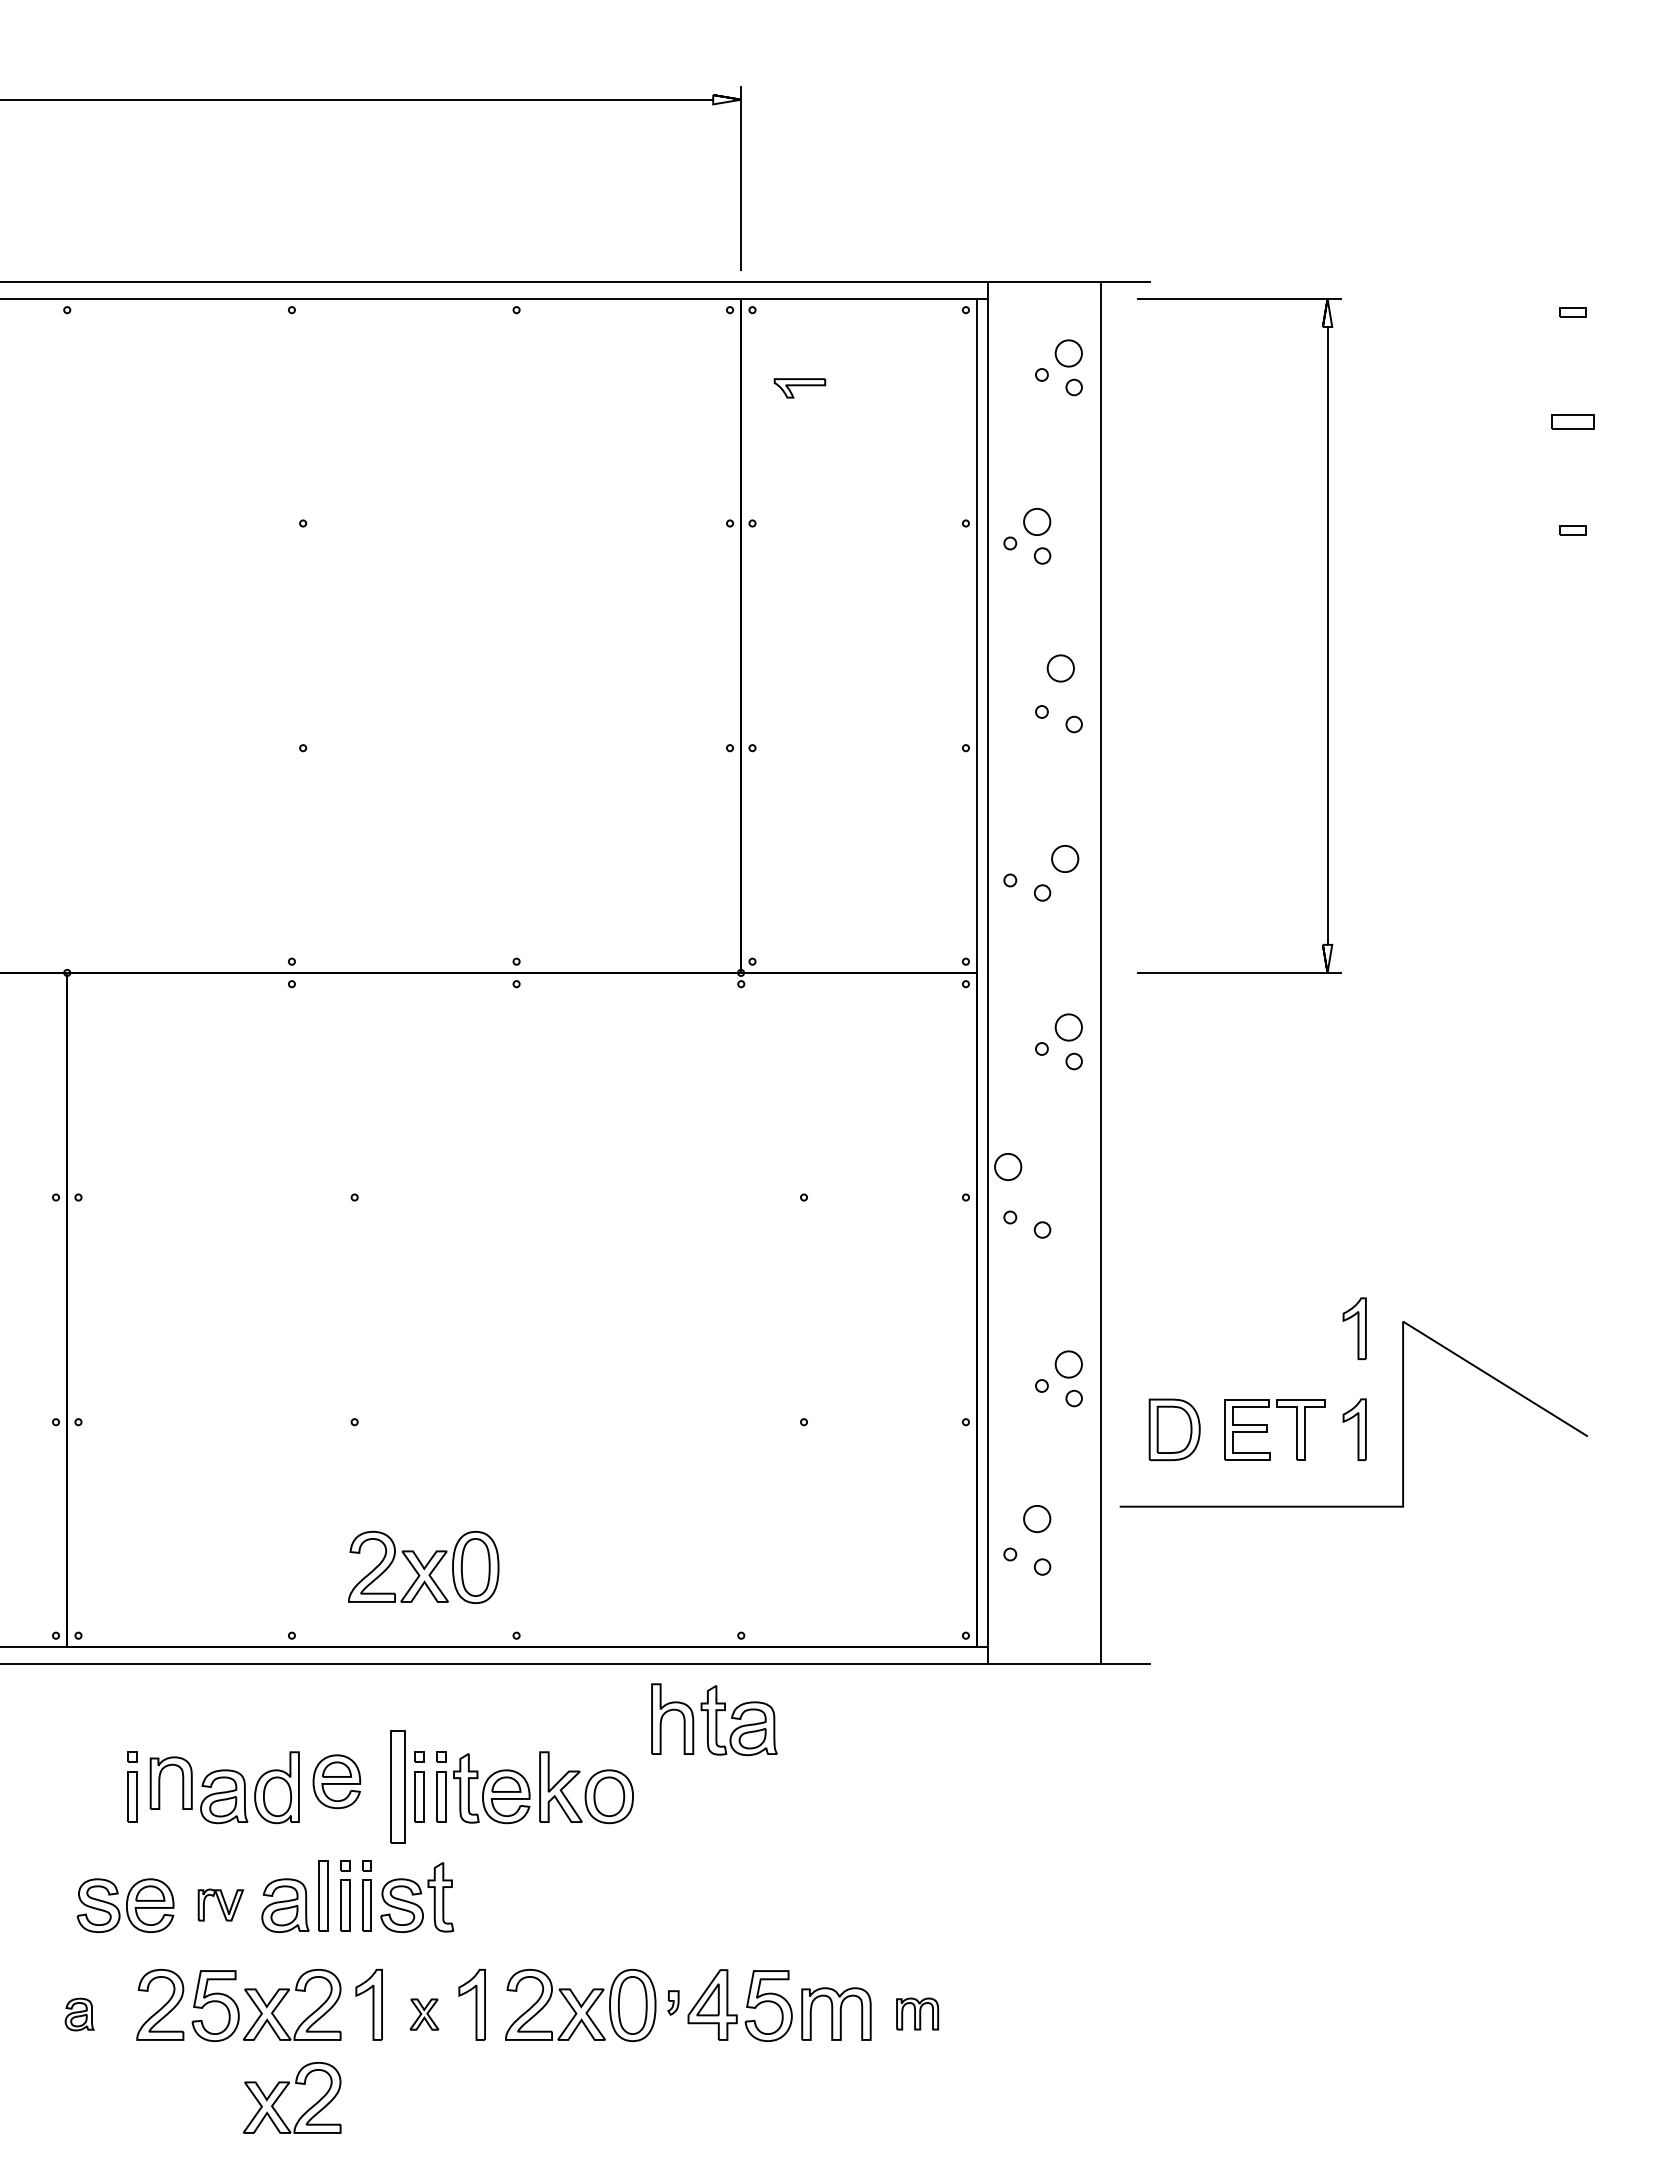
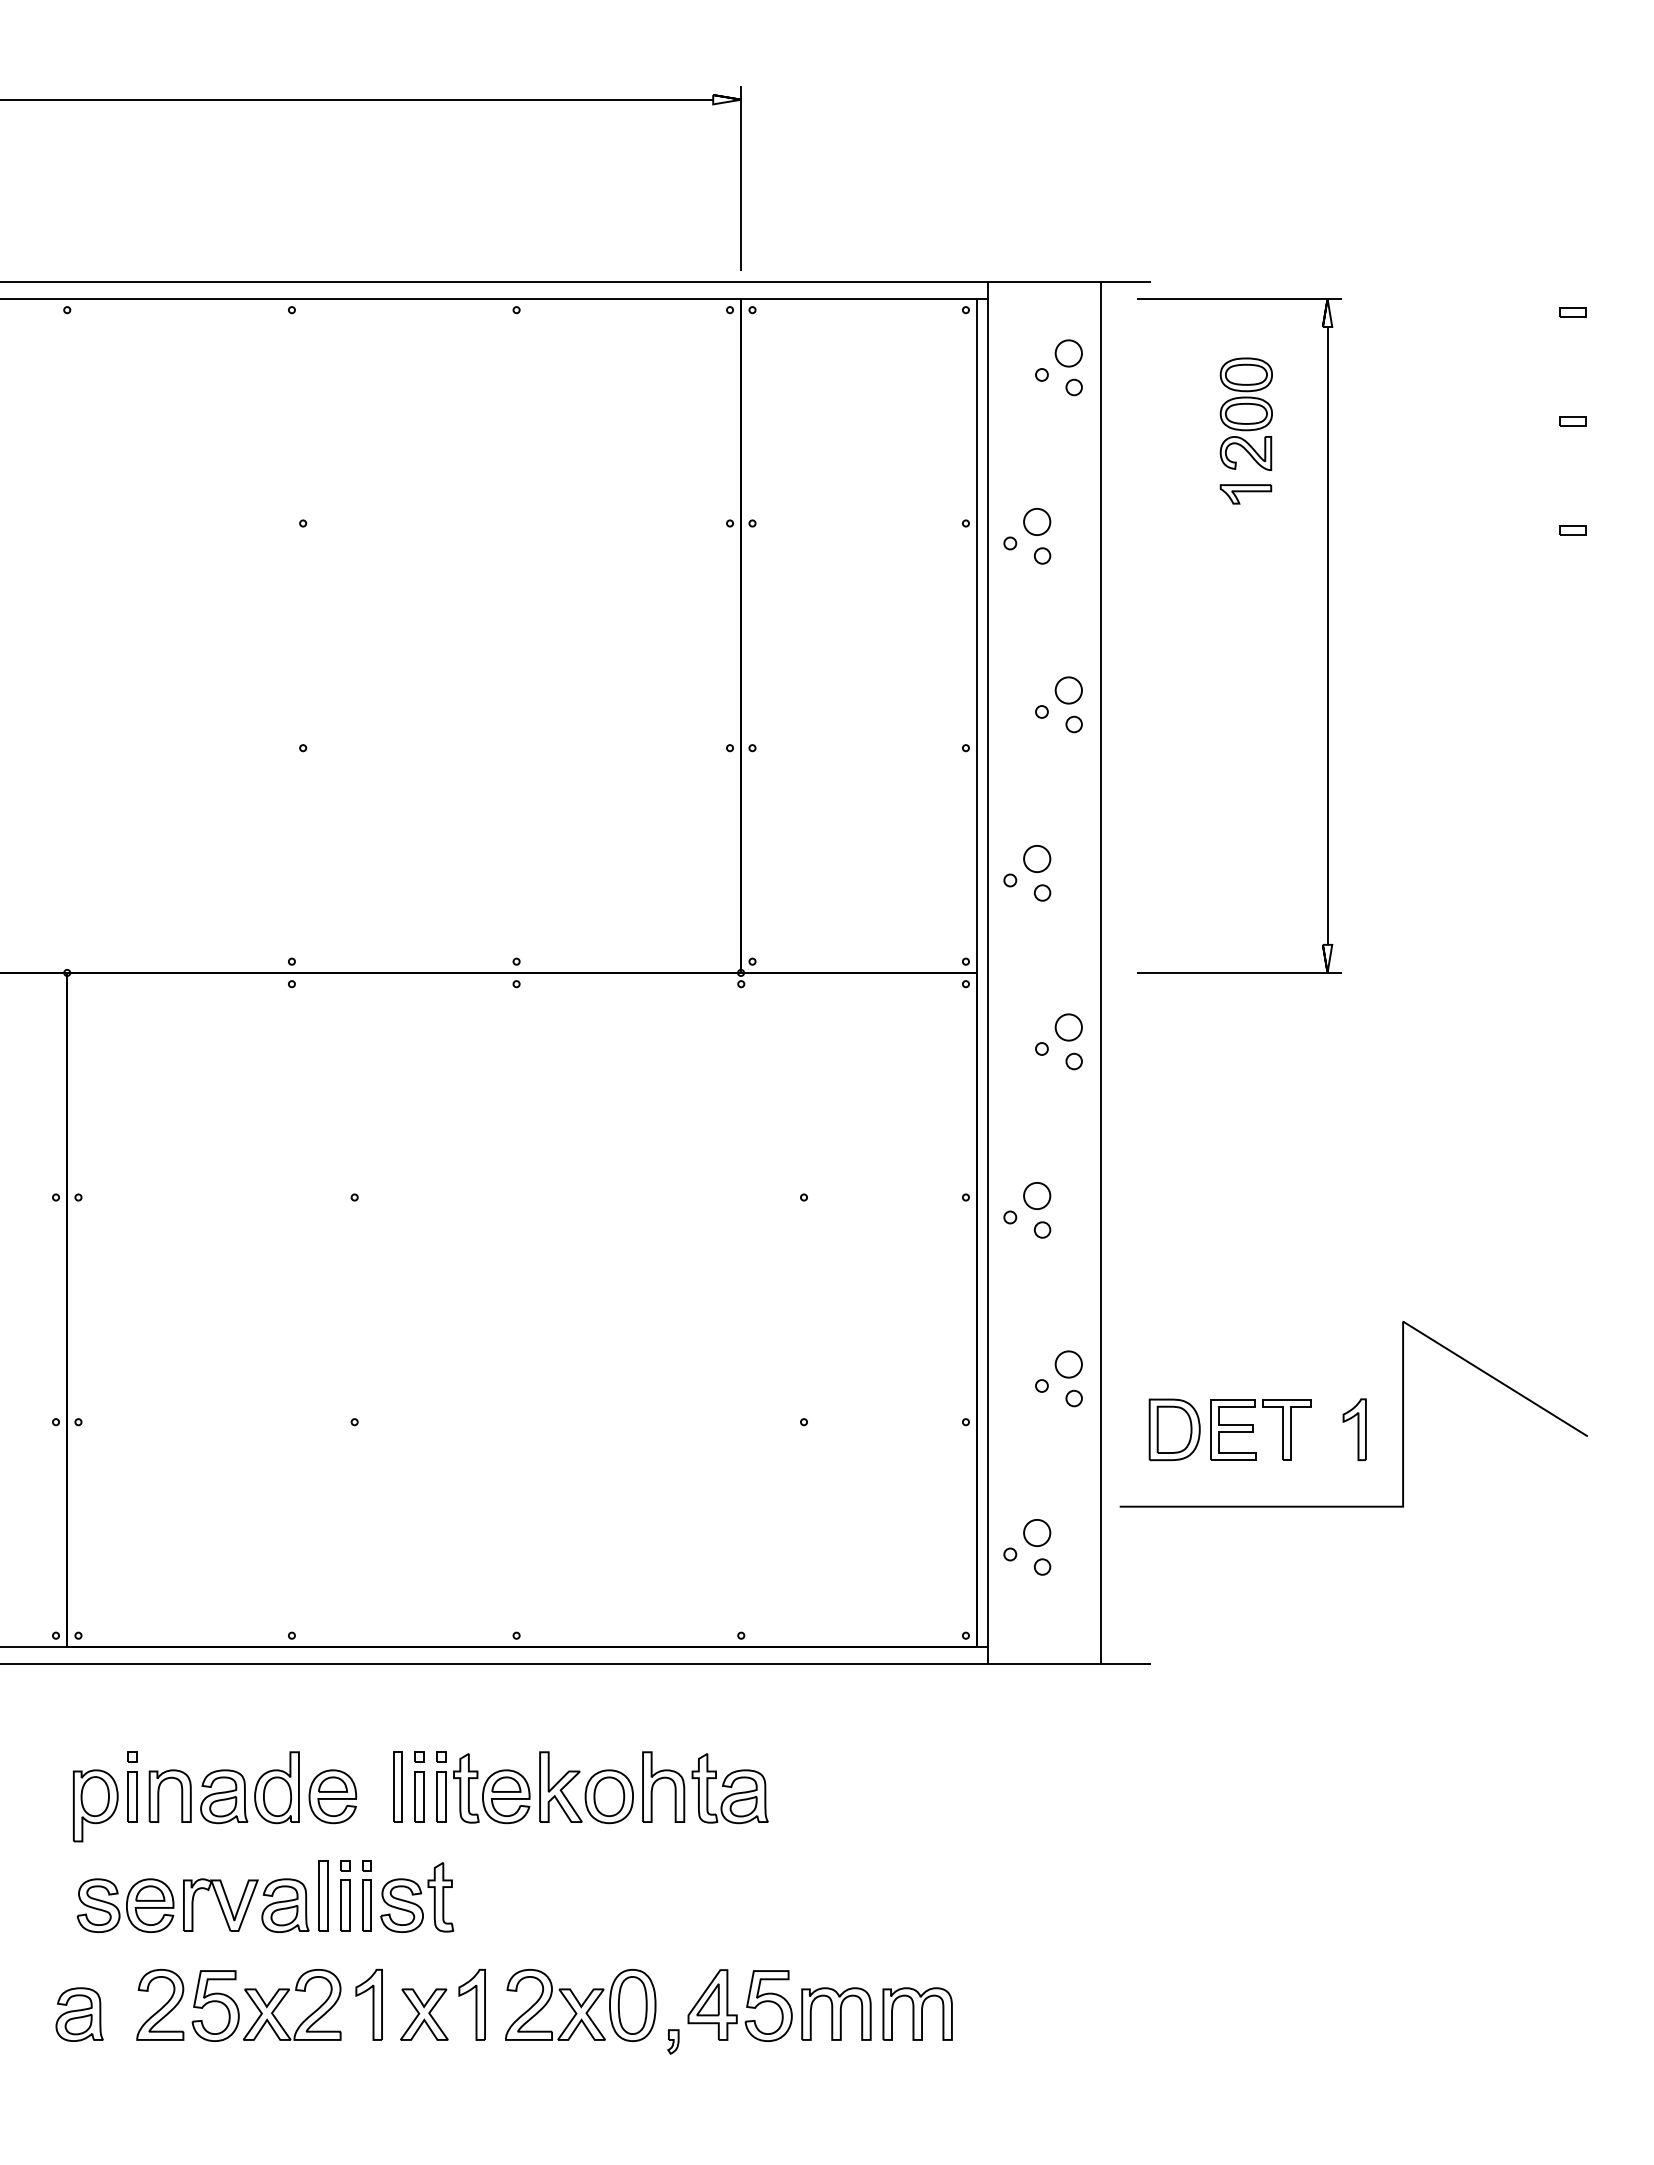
part at (799, 388) position: (799, 388) -> (1245, 494)
part at (1245, 413): none -> present
part at (1572, 421) size: 44x16 px -> 28x11 px
curve at (1054, 658) position: (1054, 658) -> (1062, 680)
curve at (1073, 850) position: (1073, 850) -> (1045, 850)
curve at (1016, 1158) position: (1016, 1158) -> (1045, 1187)
part at (1354, 1328): present -> none
part at (1267, 1429) position: (1267, 1429) -> (1253, 1429)
curve at (1045, 1510) position: (1045, 1510) -> (1045, 1524)
part at (423, 1567): present -> none
part at (714, 1719) position: (714, 1719) -> (705, 1787)
part at (336, 1781) position: (336, 1781) -> (332, 1796)
part at (160, 1782) position: (160, 1782) -> (159, 1795)
part at (397, 1786) size: 16x114 px -> 10x72 px
part at (95, 1805): none -> present
part at (220, 1904) size: 48x34 px -> 76x54 px
part at (673, 2002) position: (673, 2002) -> (673, 2041)
part at (917, 2013) size: 44x34 px -> 71x54 px
part at (79, 2014) size: 31x35 px -> 49x55 px
part at (424, 2014) size: 31x33 px -> 49x53 px
part at (283, 2092): present -> none
